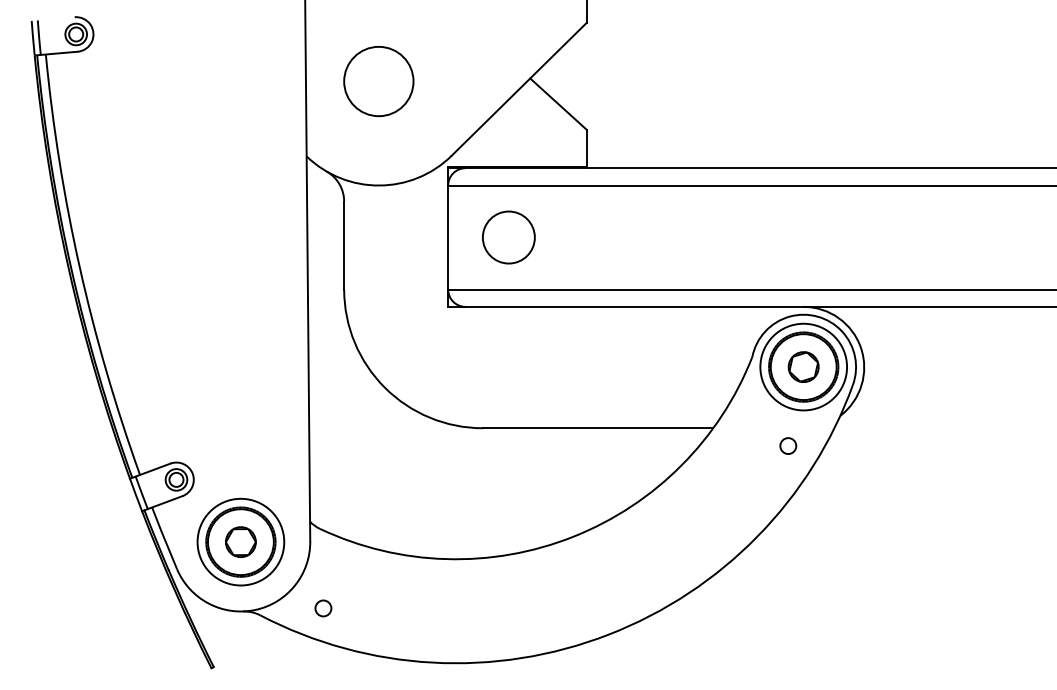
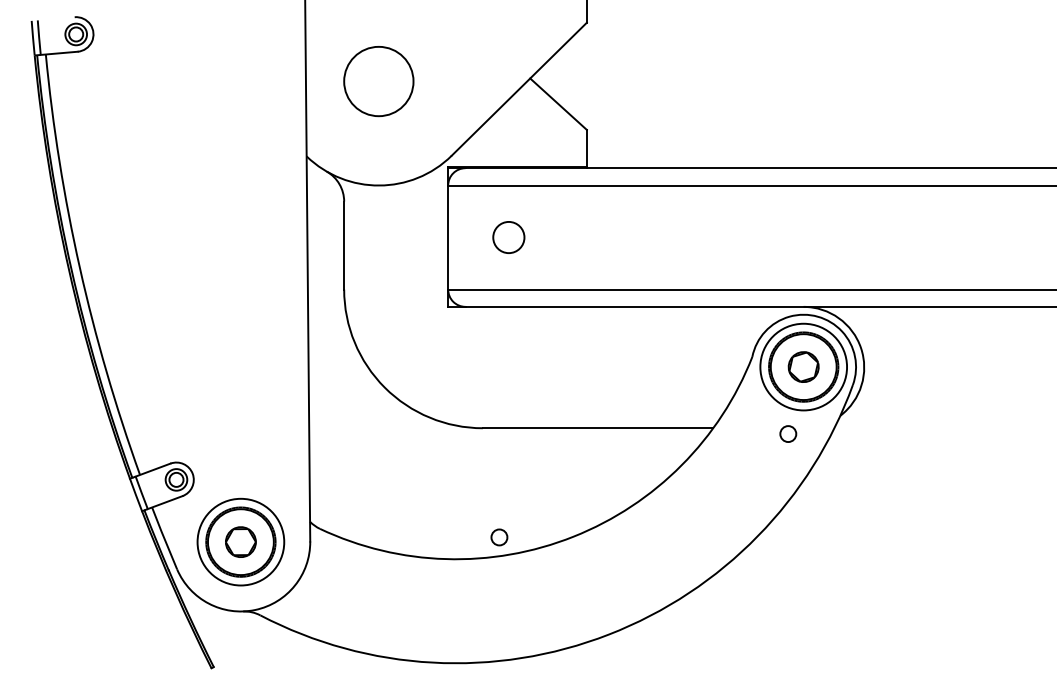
circle at (508, 237) diameter: 52 px -> 31 px
circle at (788, 445) position: (788, 445) -> (788, 433)
circle at (323, 608) position: (323, 608) -> (499, 537)
